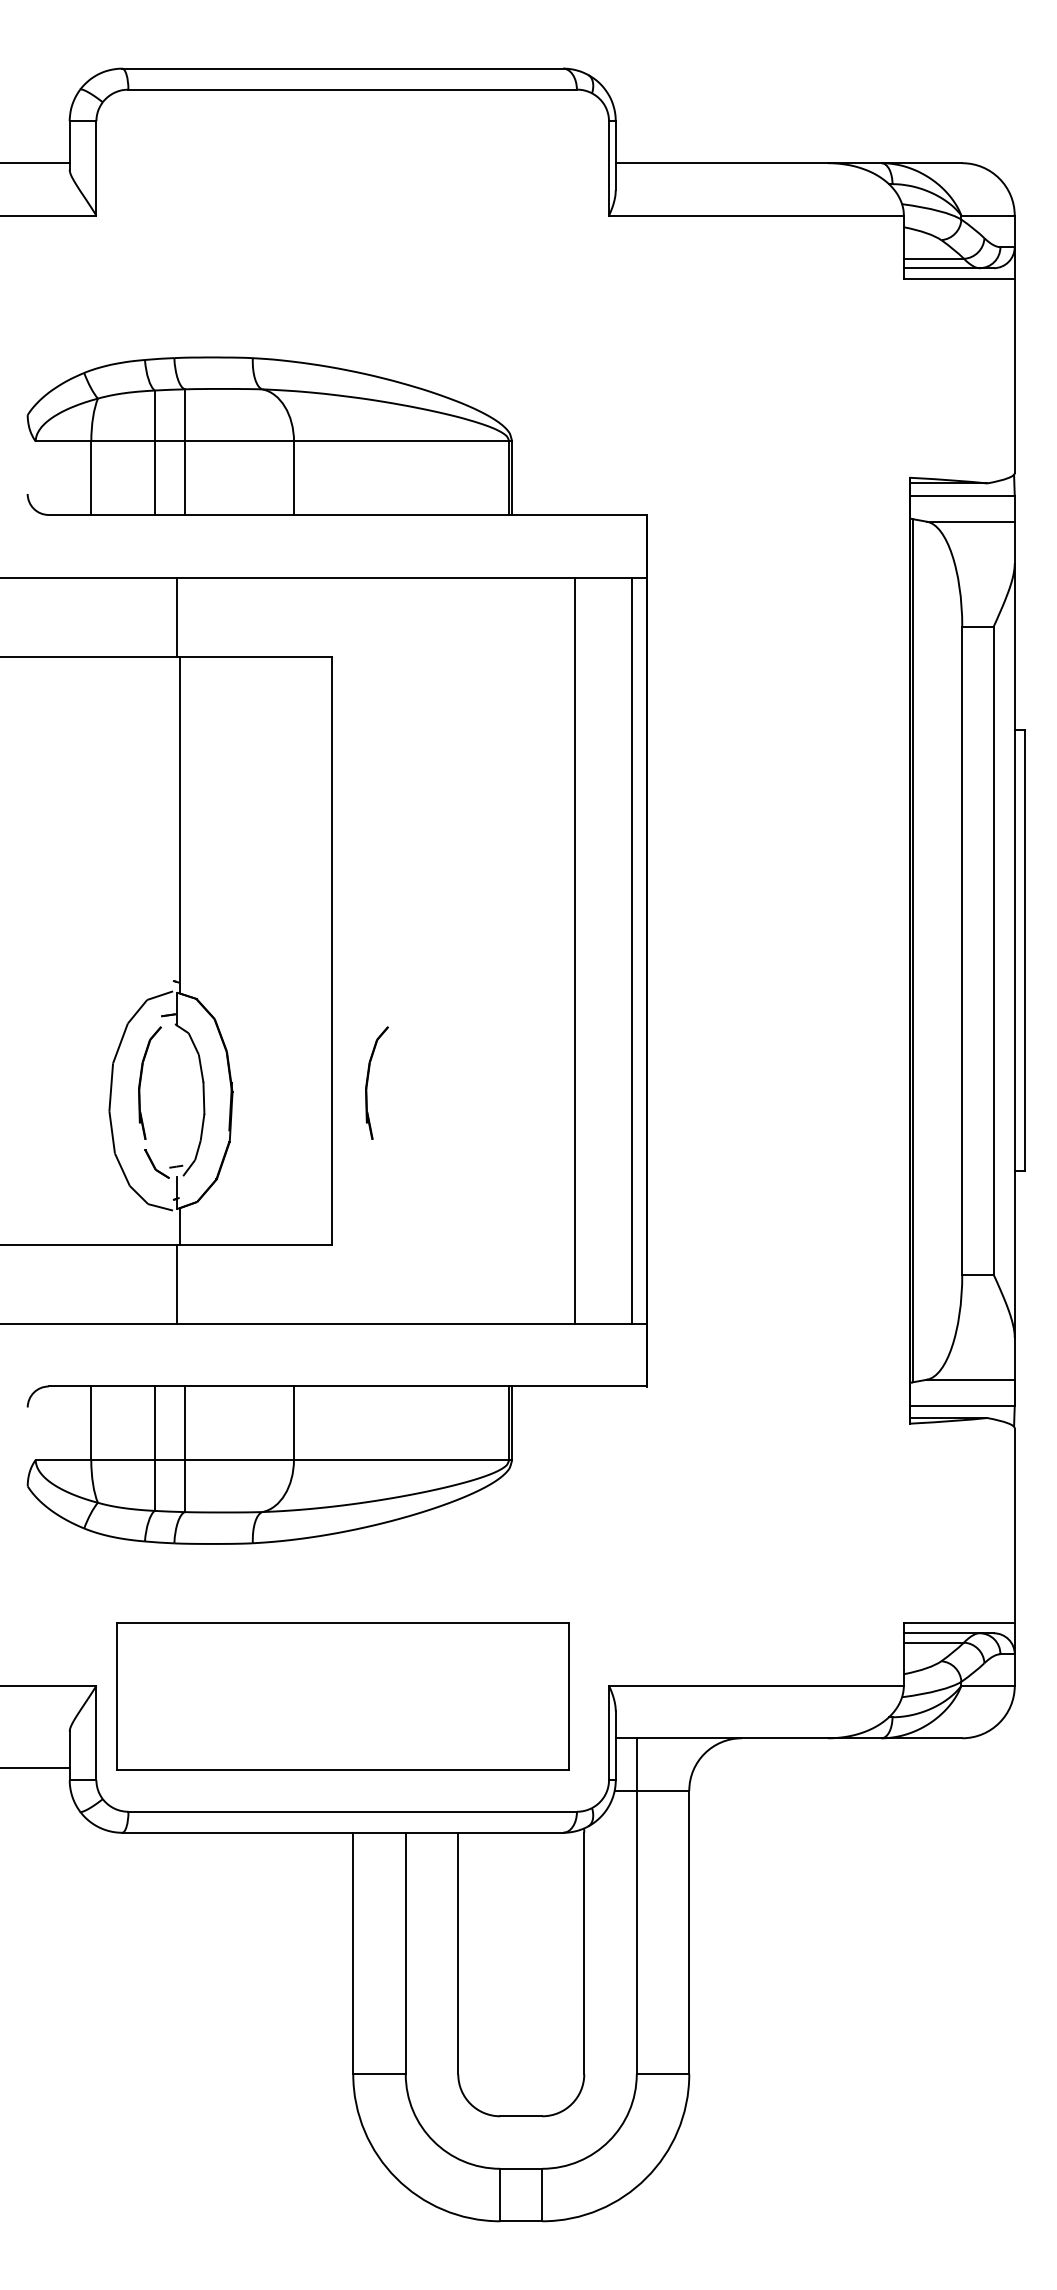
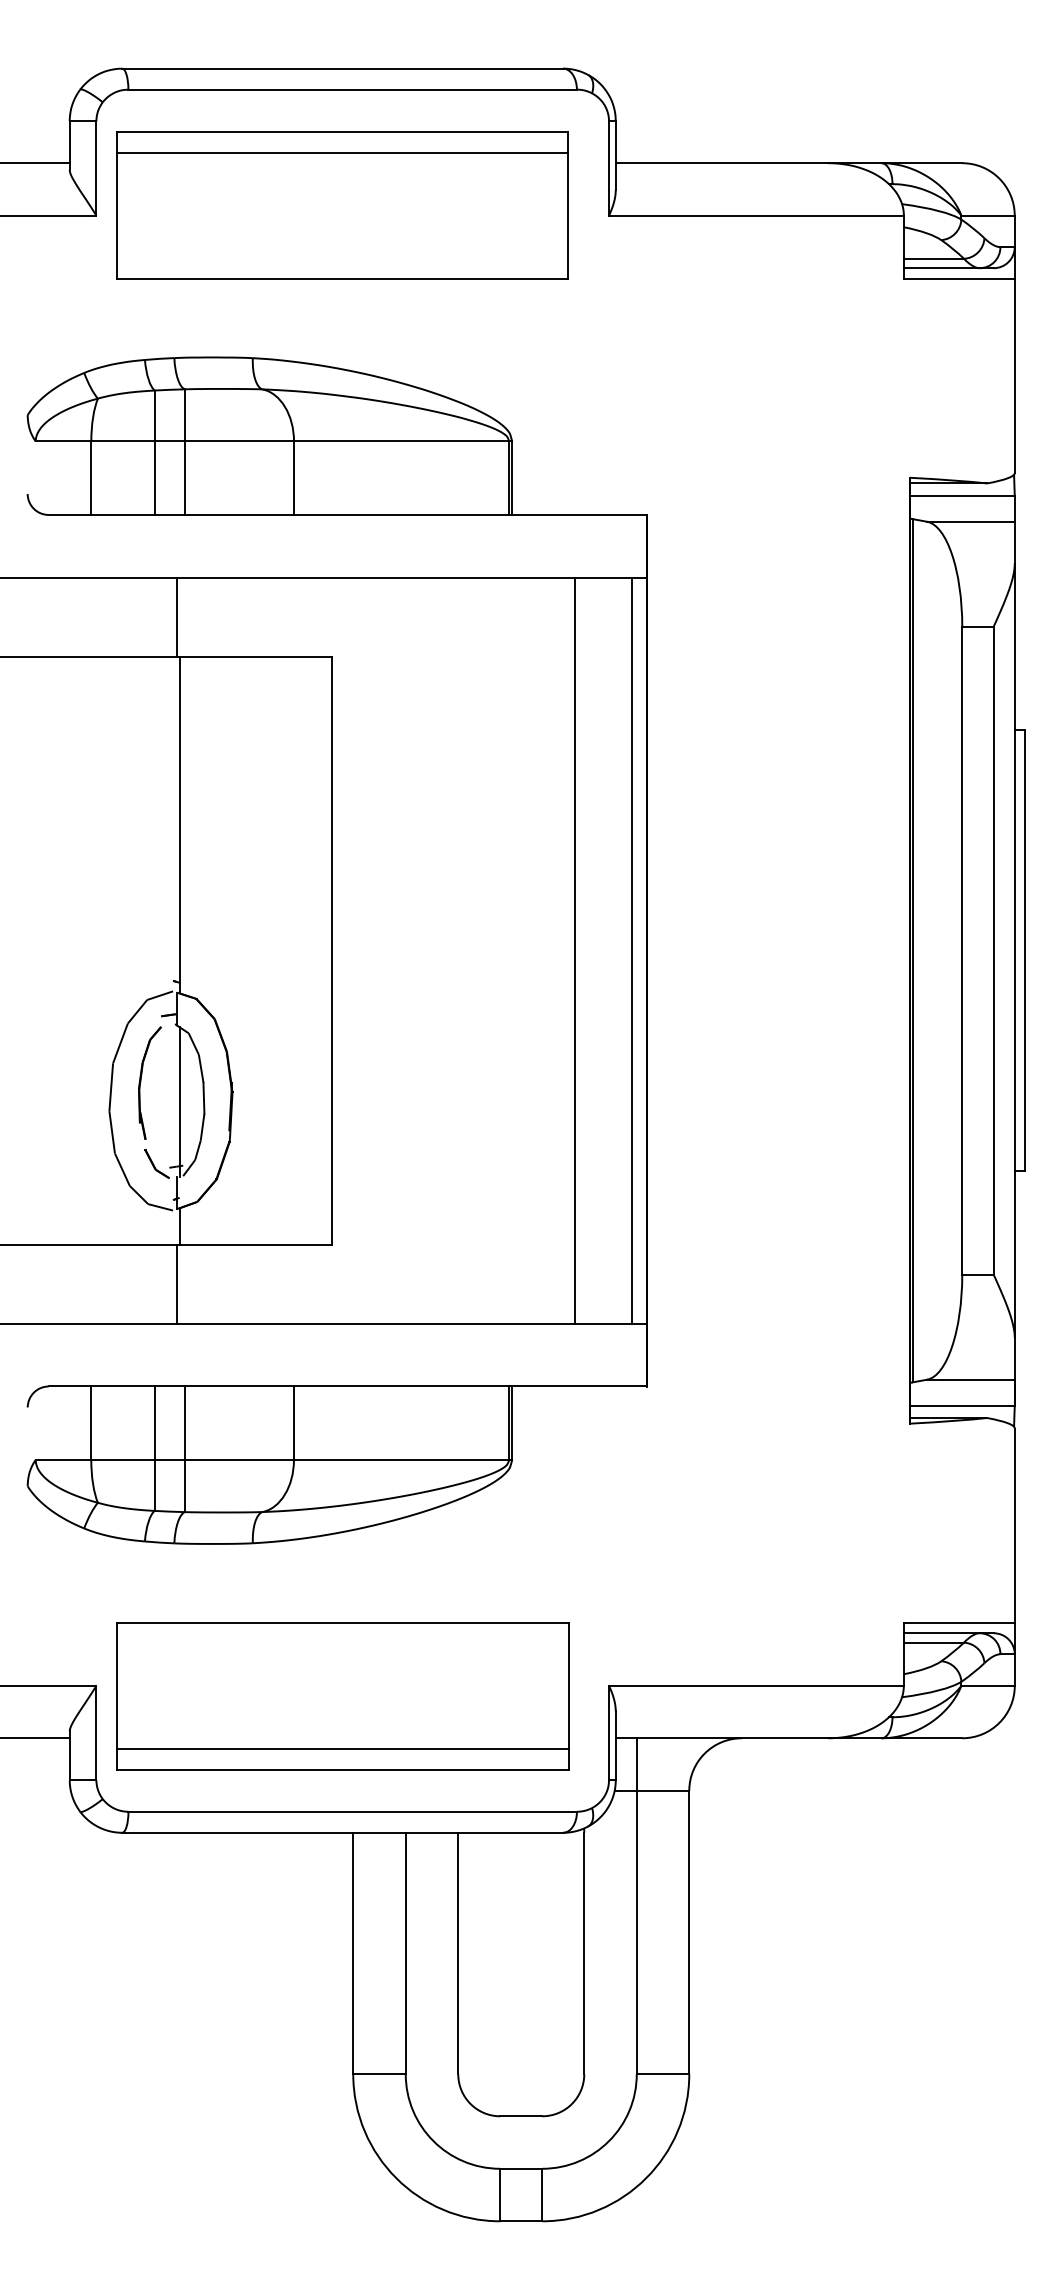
part at (342, 205): none -> present
part at (368, 1082): present -> none
line at (179, 1101): none -> present
line at (342, 1748): none -> present
line at (35, 1768) position: (35, 1768) -> (35, 1738)
